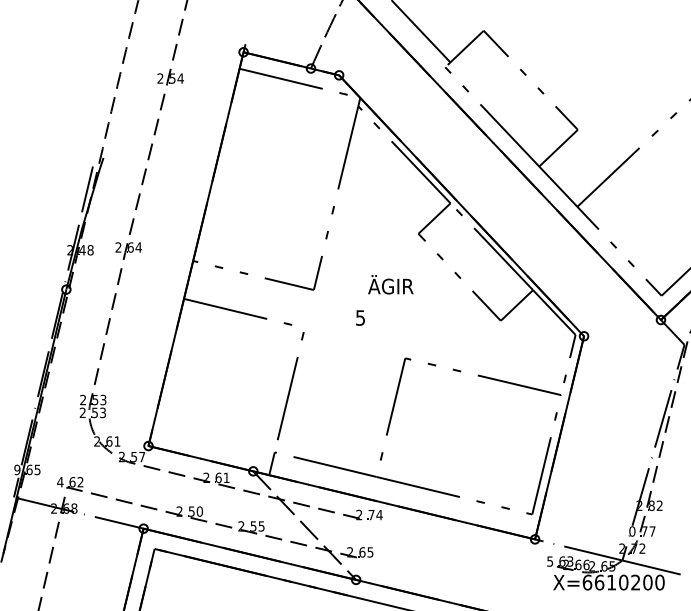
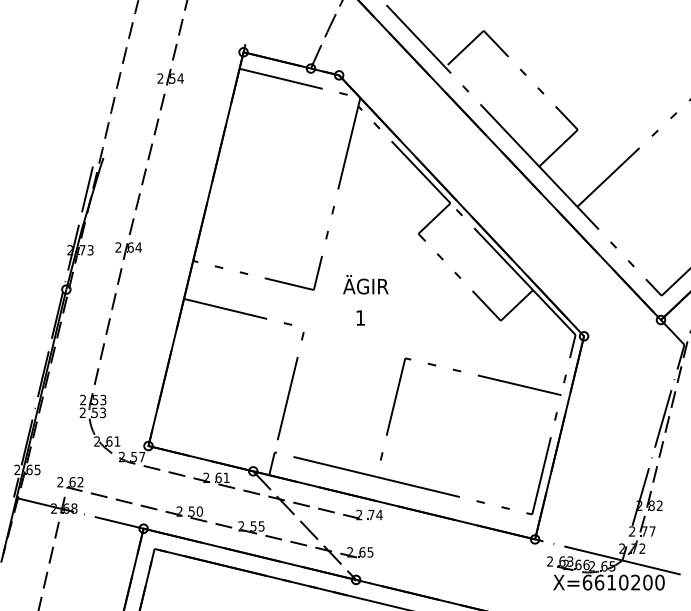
line at (421, 32) position: (421, 32) -> (414, 34)
text at (86, 250): 48 -> 73
text at (390, 284) position: (390, 284) -> (365, 284)
text at (360, 317): 5 -> 1
text at (17, 469): 9 -> 2
text at (60, 482): 4 -> 2
text at (632, 531): 0 -> 2
text at (550, 561): 5 -> 2
